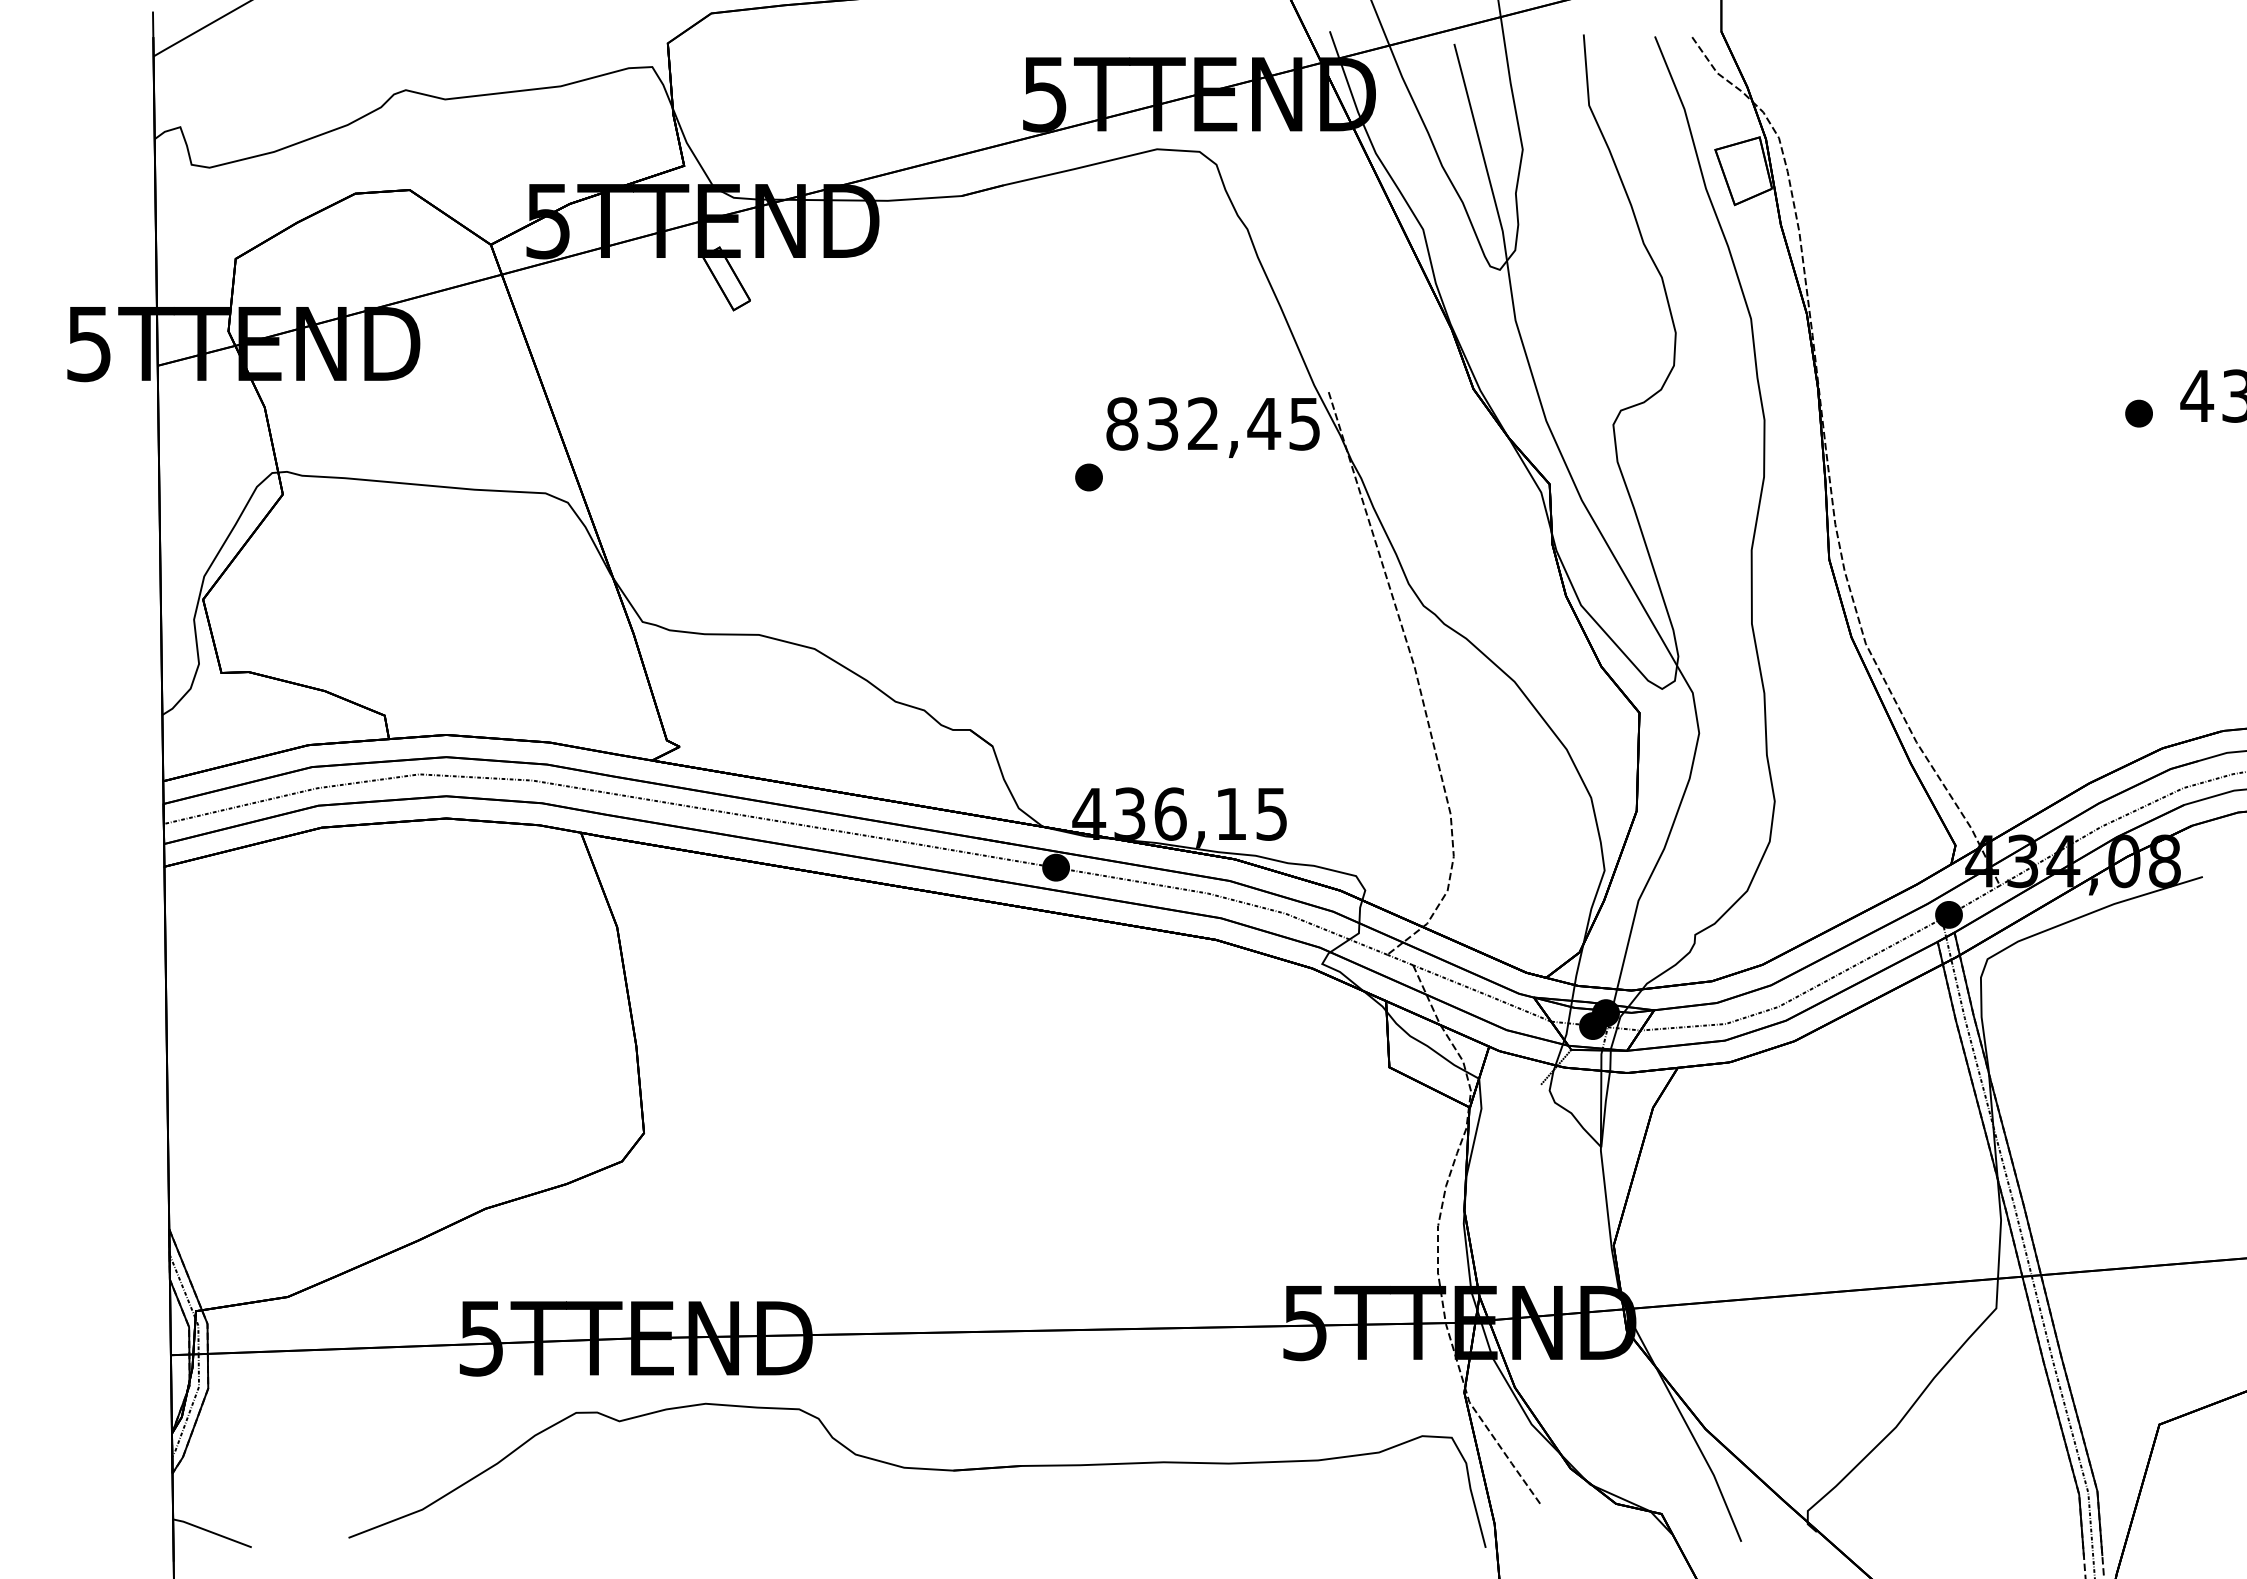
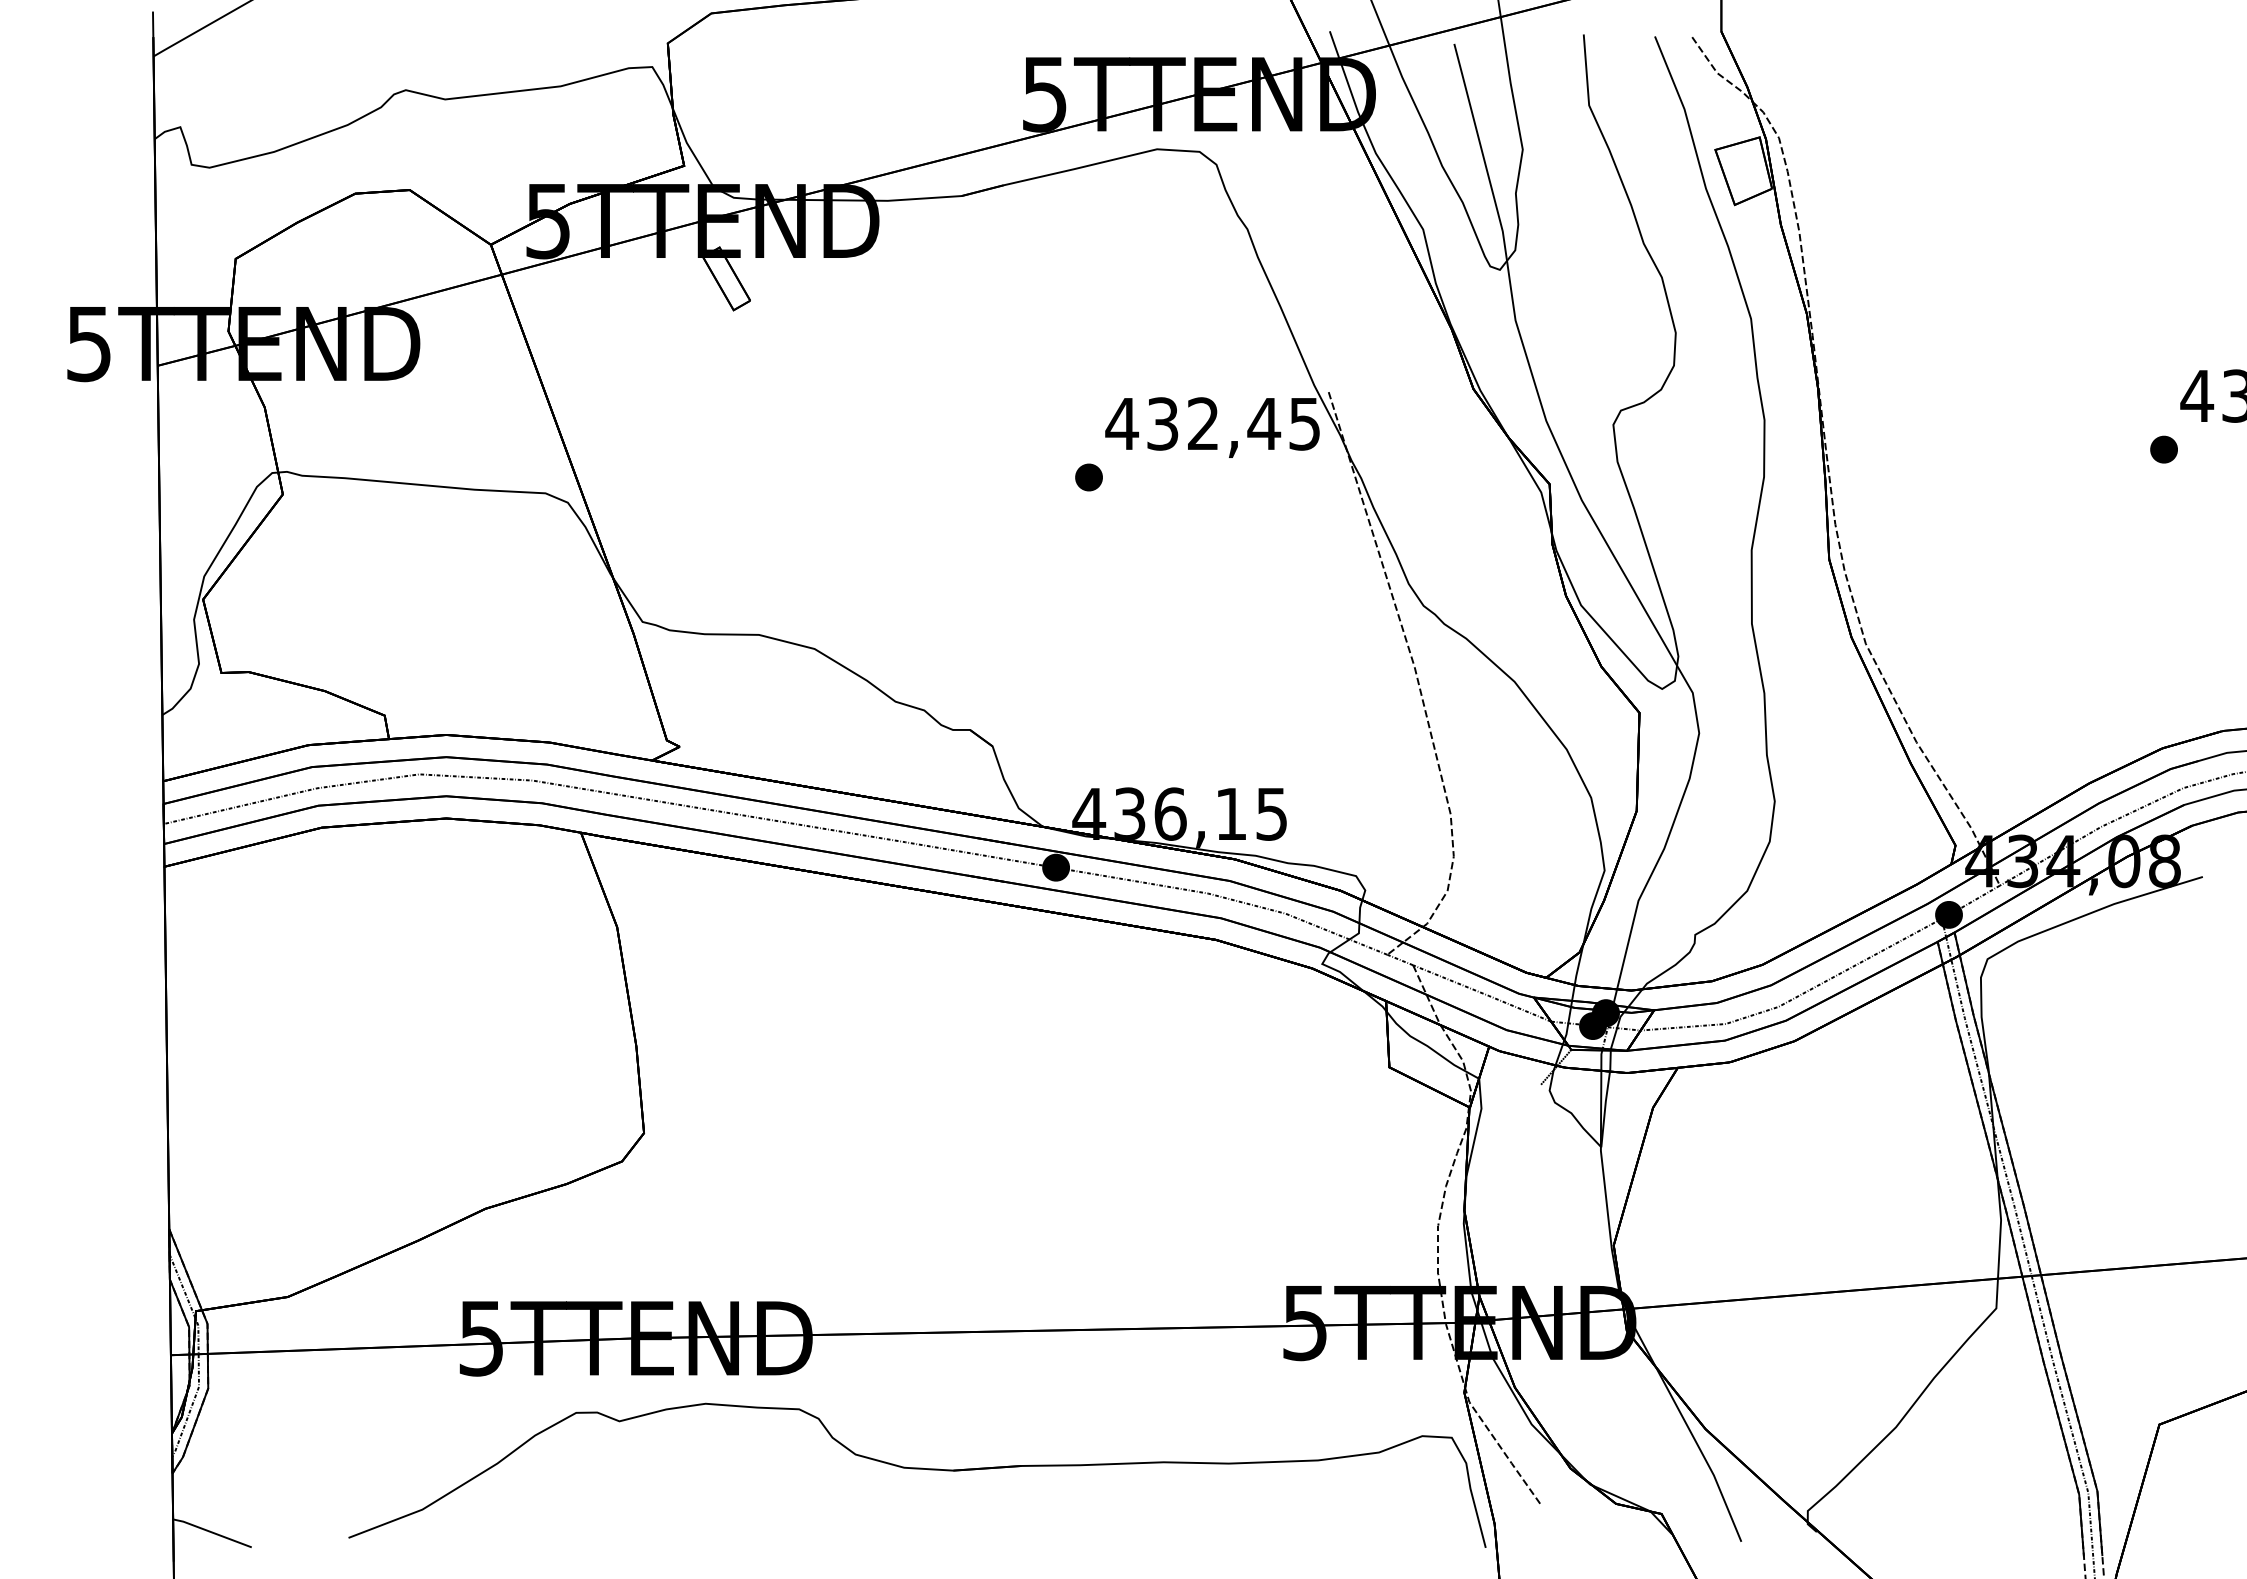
part at (2138, 413) position: (2138, 413) -> (2163, 449)
text at (1122, 423): 832,45 -> 432,45
